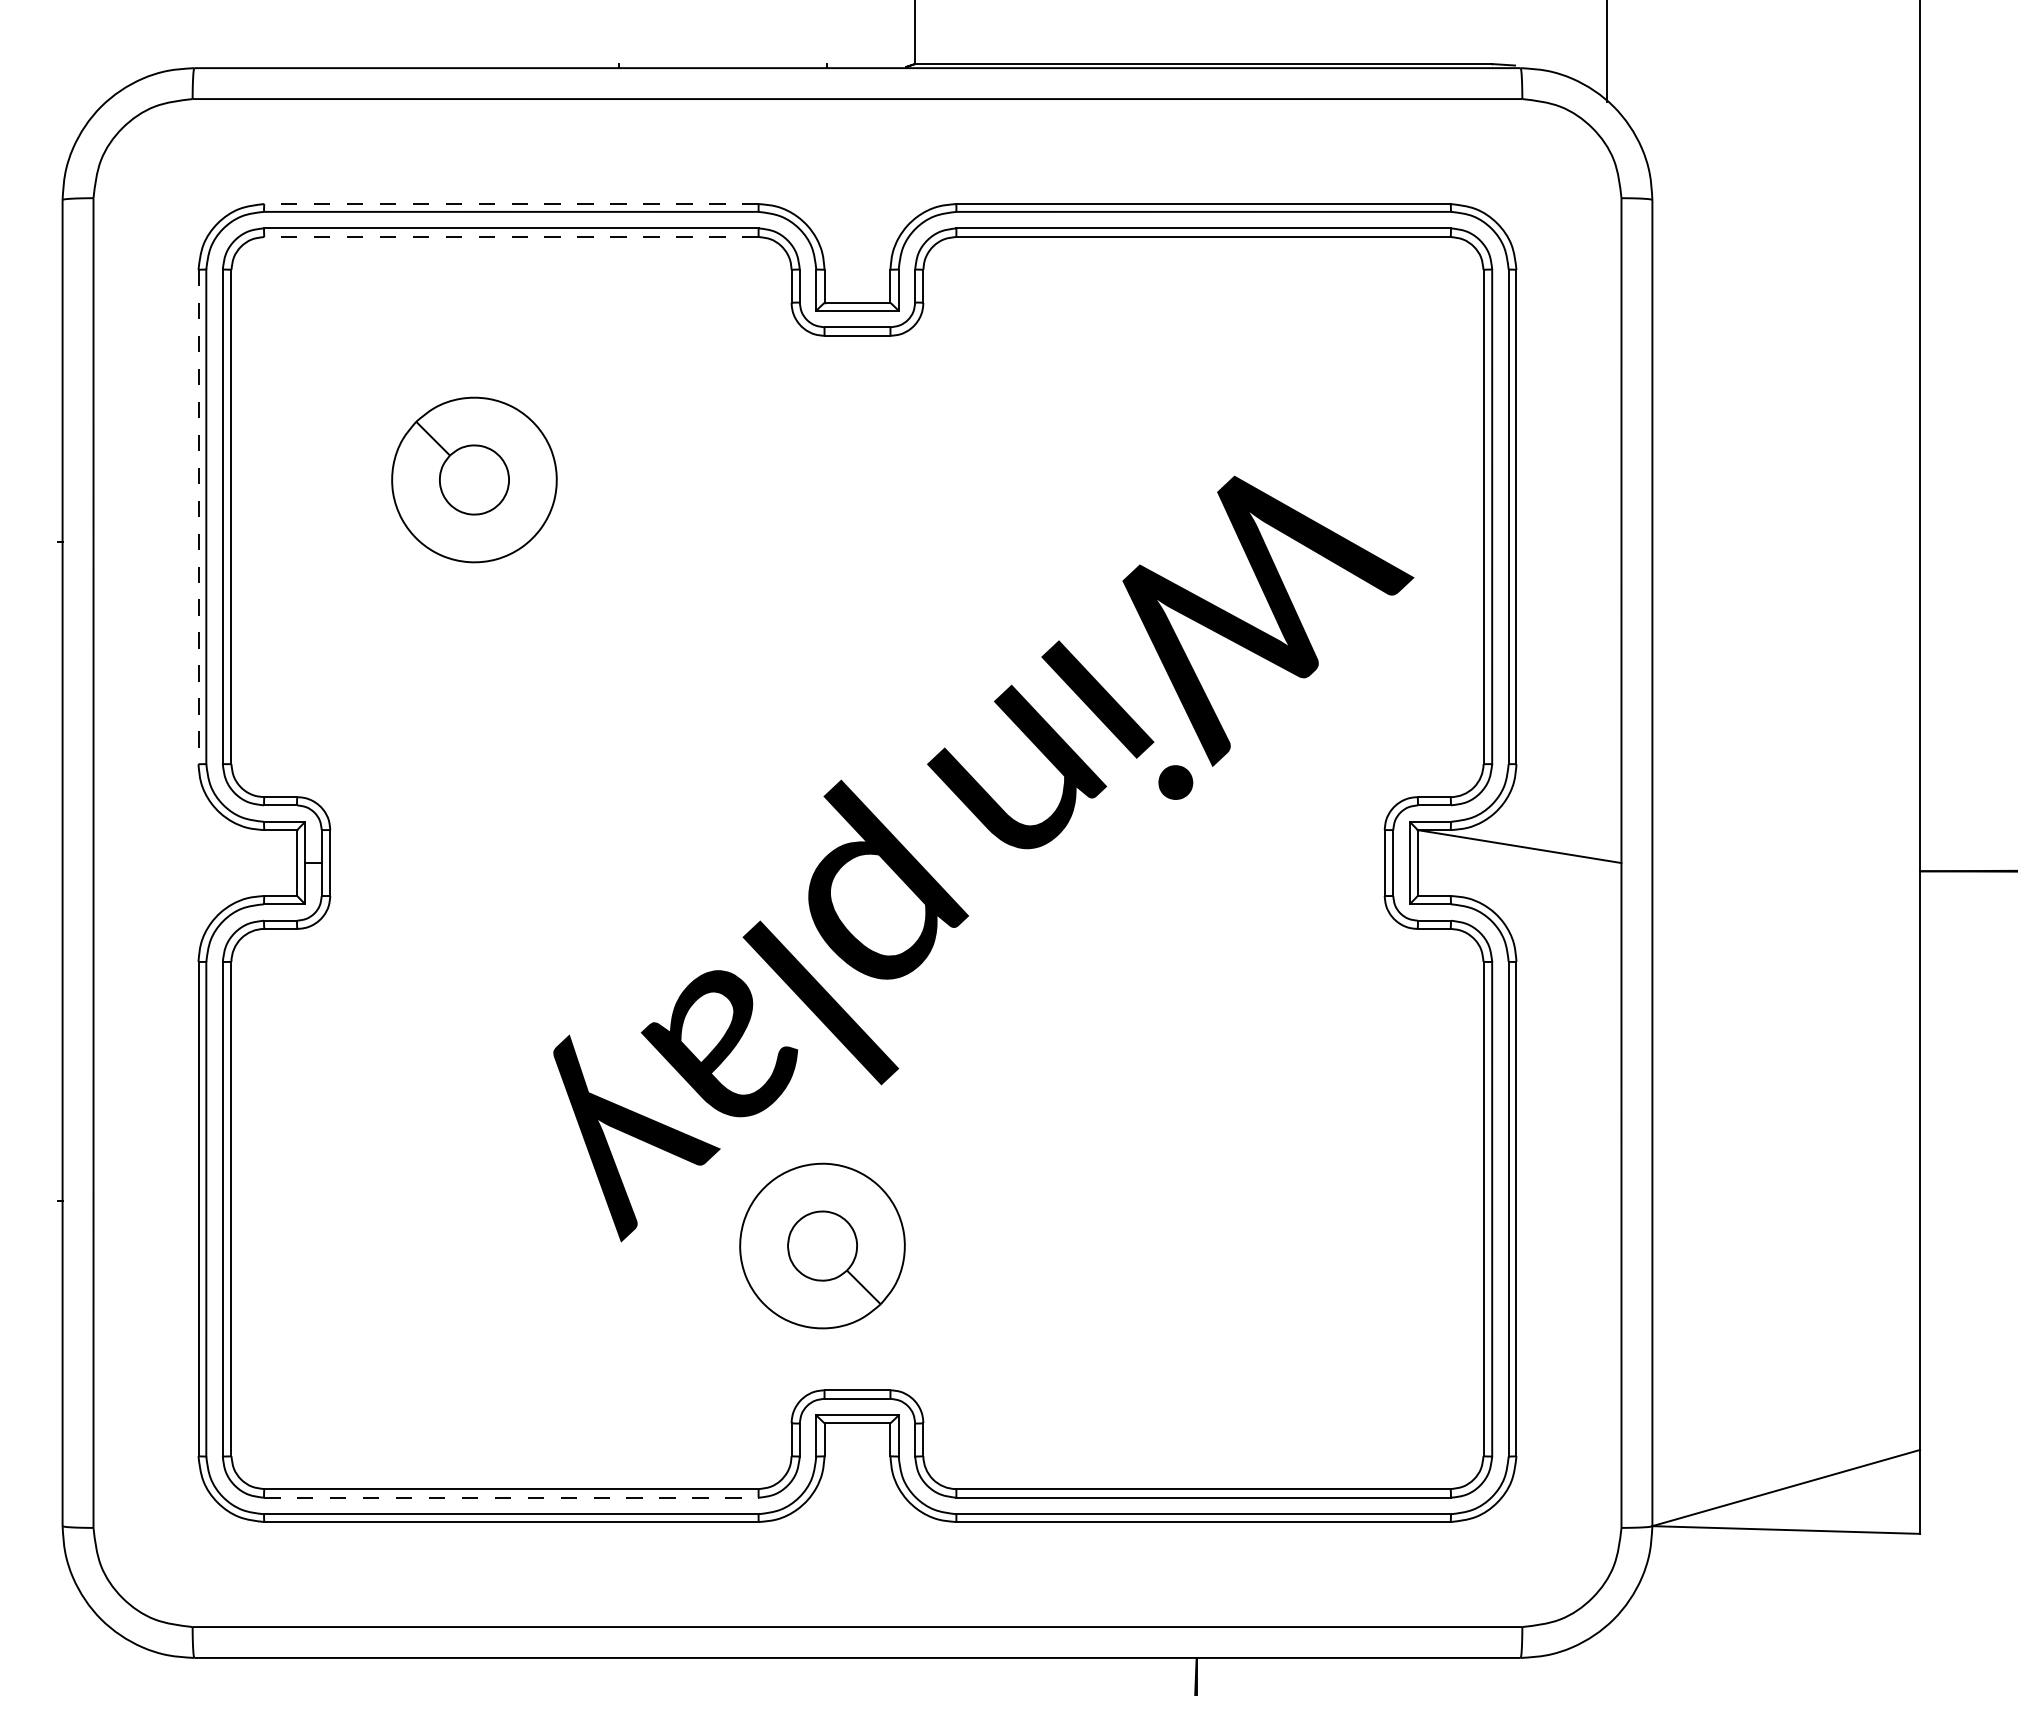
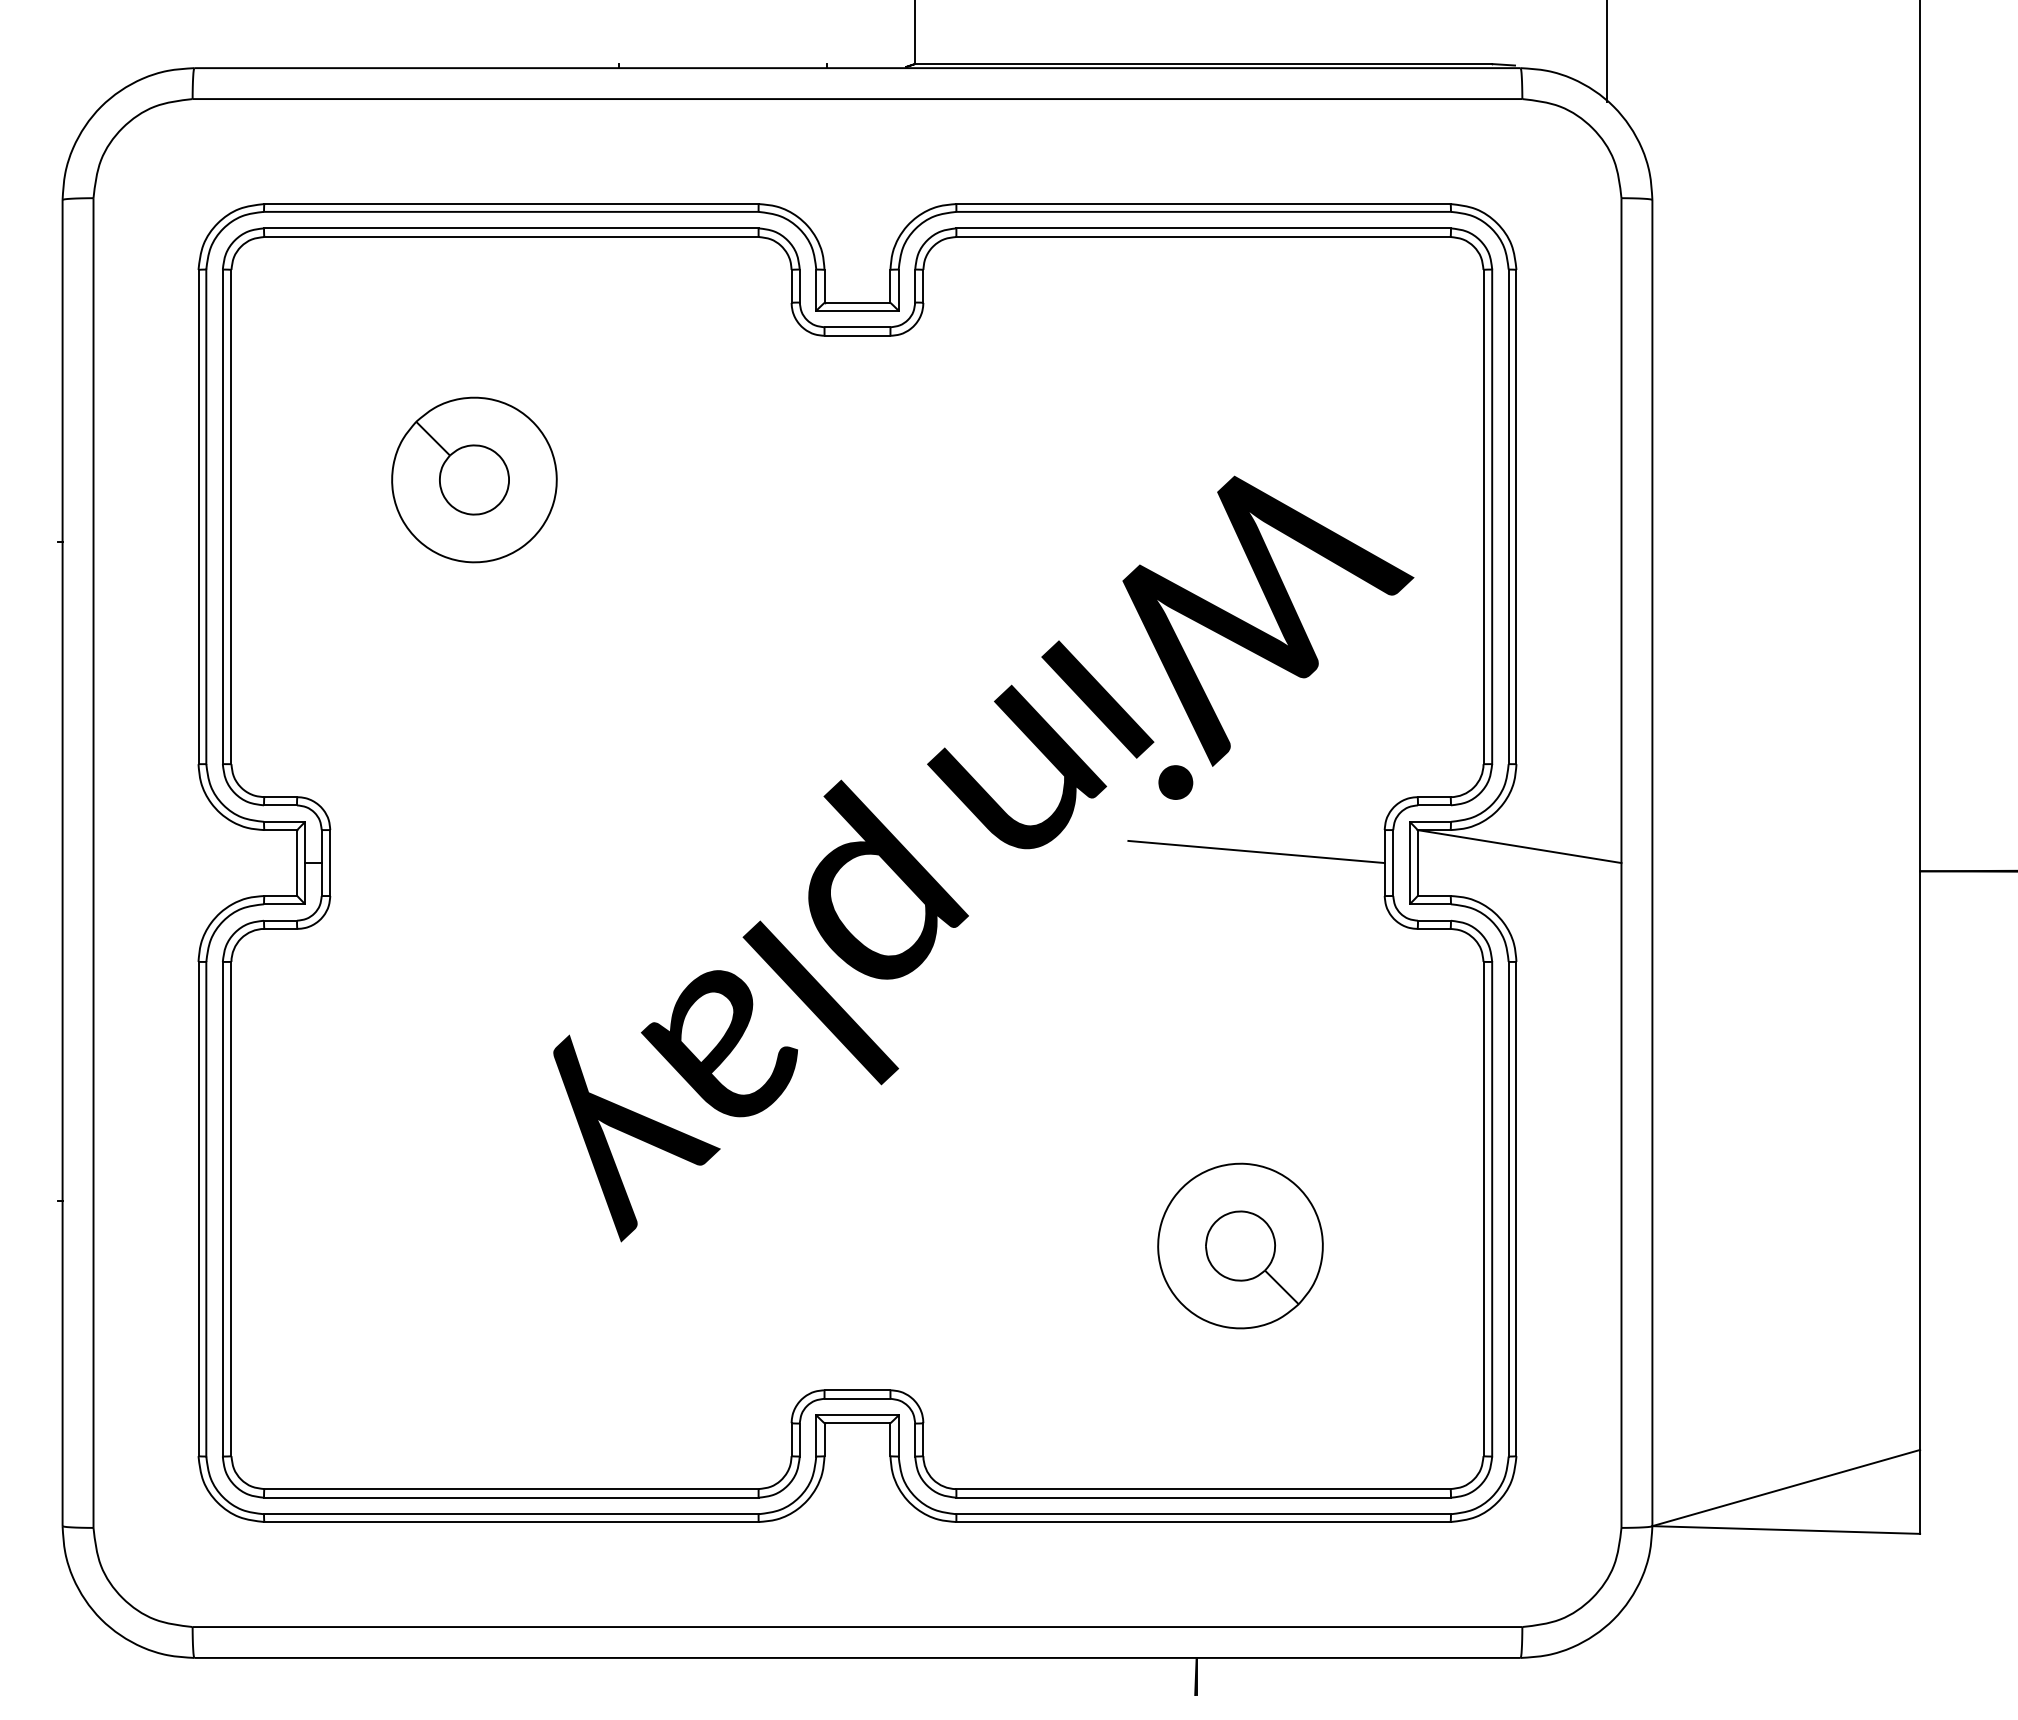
line at (511, 204): dashed -> solid
line at (511, 237): dashed -> solid
line at (198, 517): dashed -> solid
line at (1256, 851): none -> present
part at (822, 1245) position: (822, 1245) -> (1240, 1245)
line at (511, 1497): dashed -> solid
